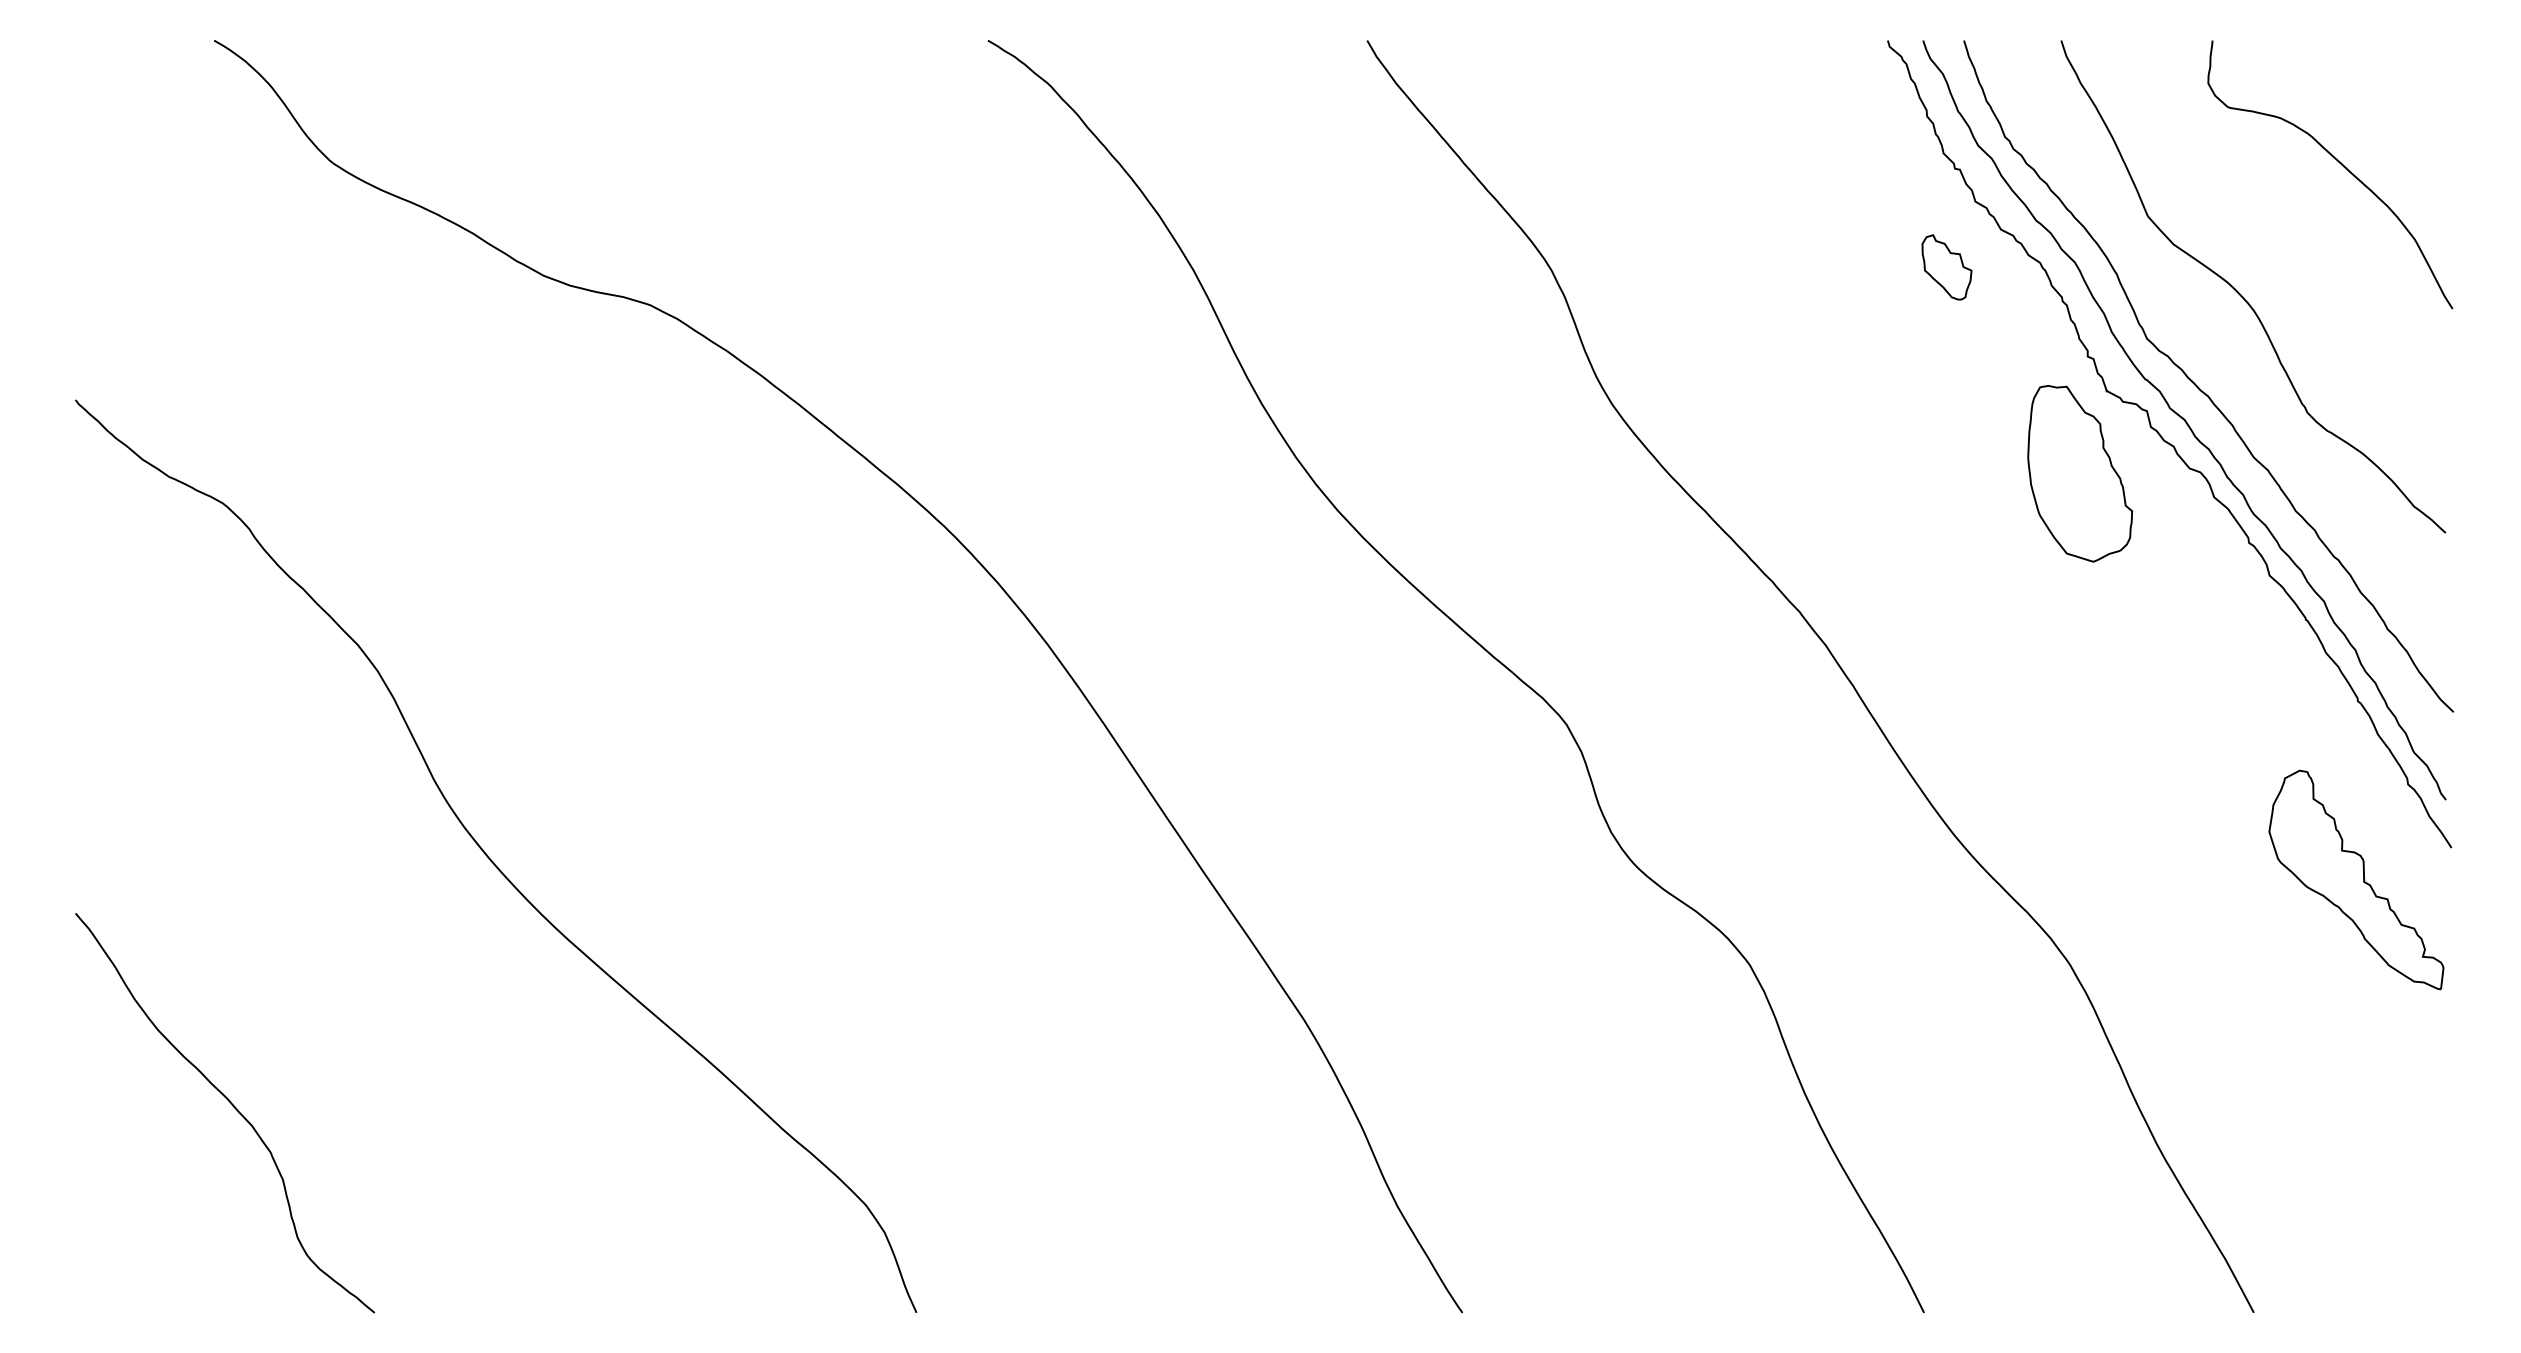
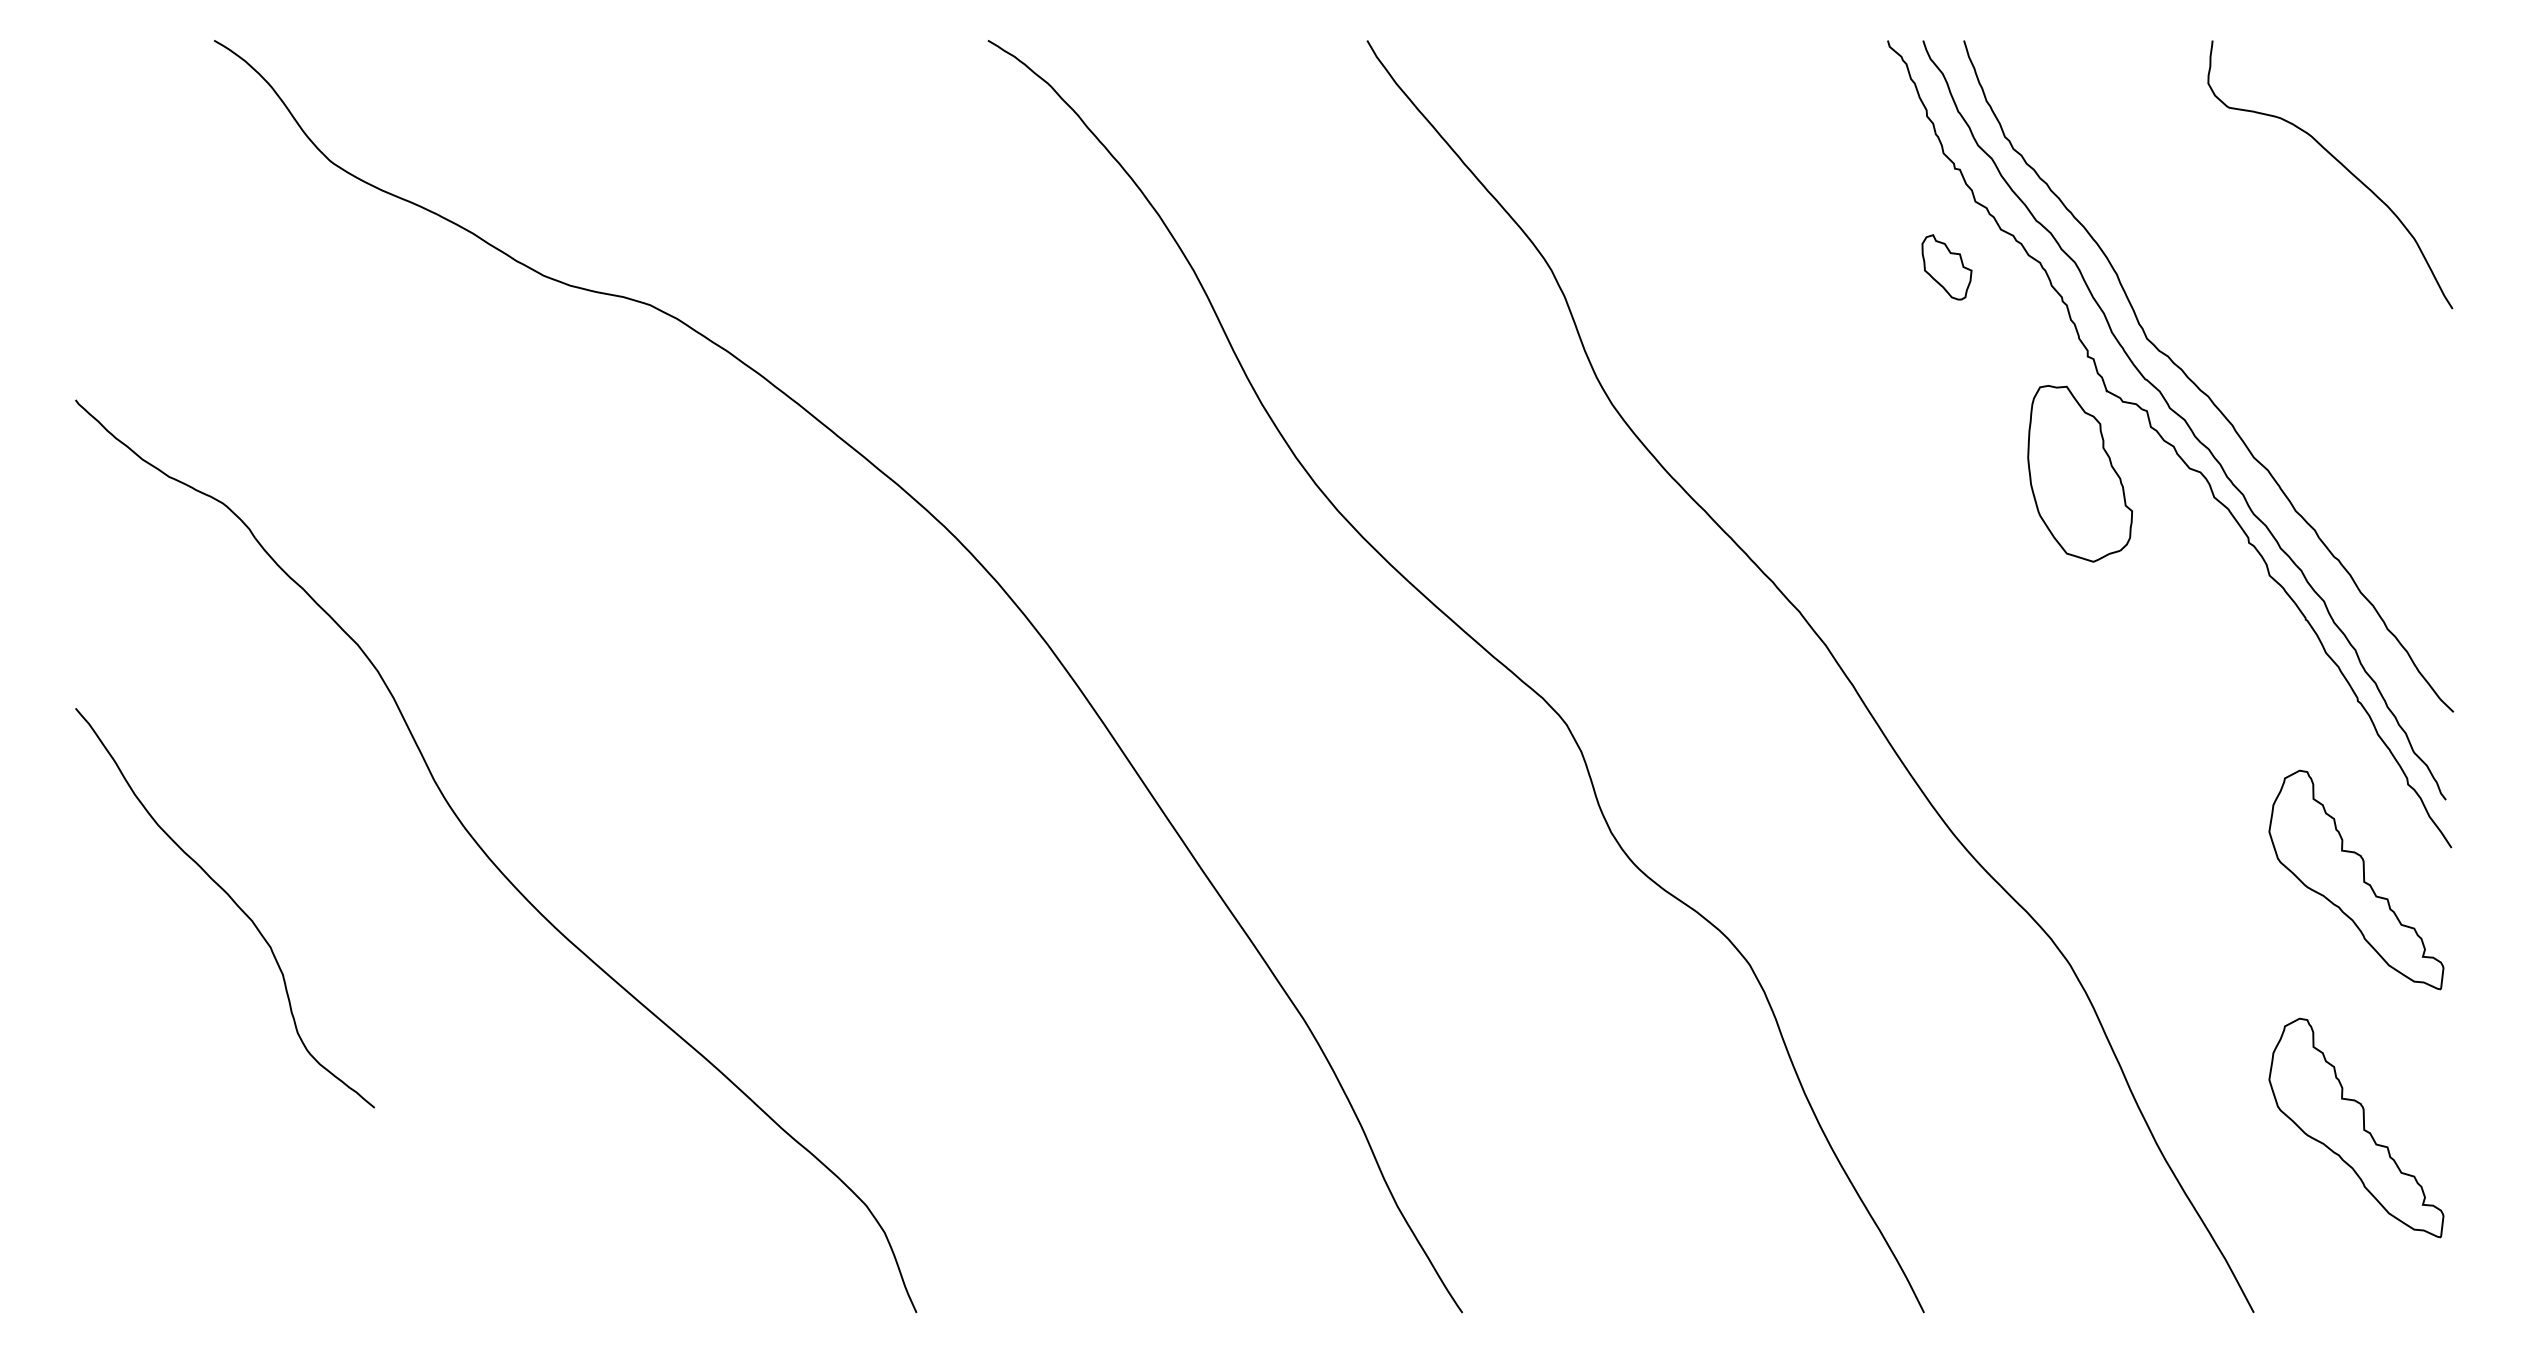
curve at (2243, 296): present -> none
curve at (232, 1106) position: (232, 1106) -> (232, 901)
part at (2356, 1127): none -> present
